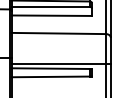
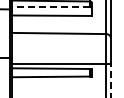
line at (50, 6): solid -> dashed
line at (110, 80): solid -> dashed
